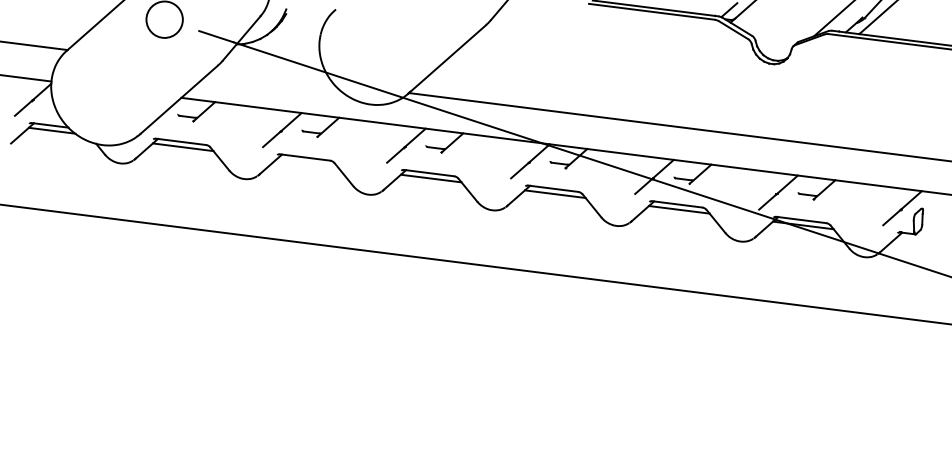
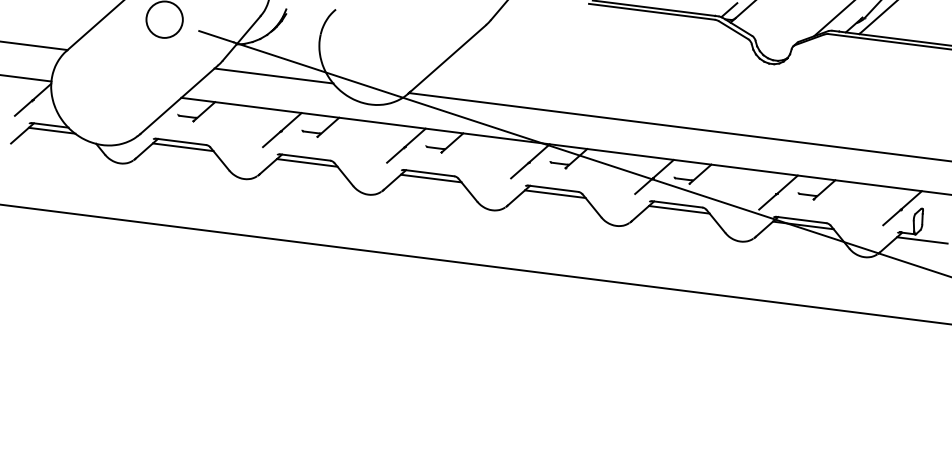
line at (273, 75): none -> present
line at (306, 162): none -> present
line at (922, 240): none -> present
